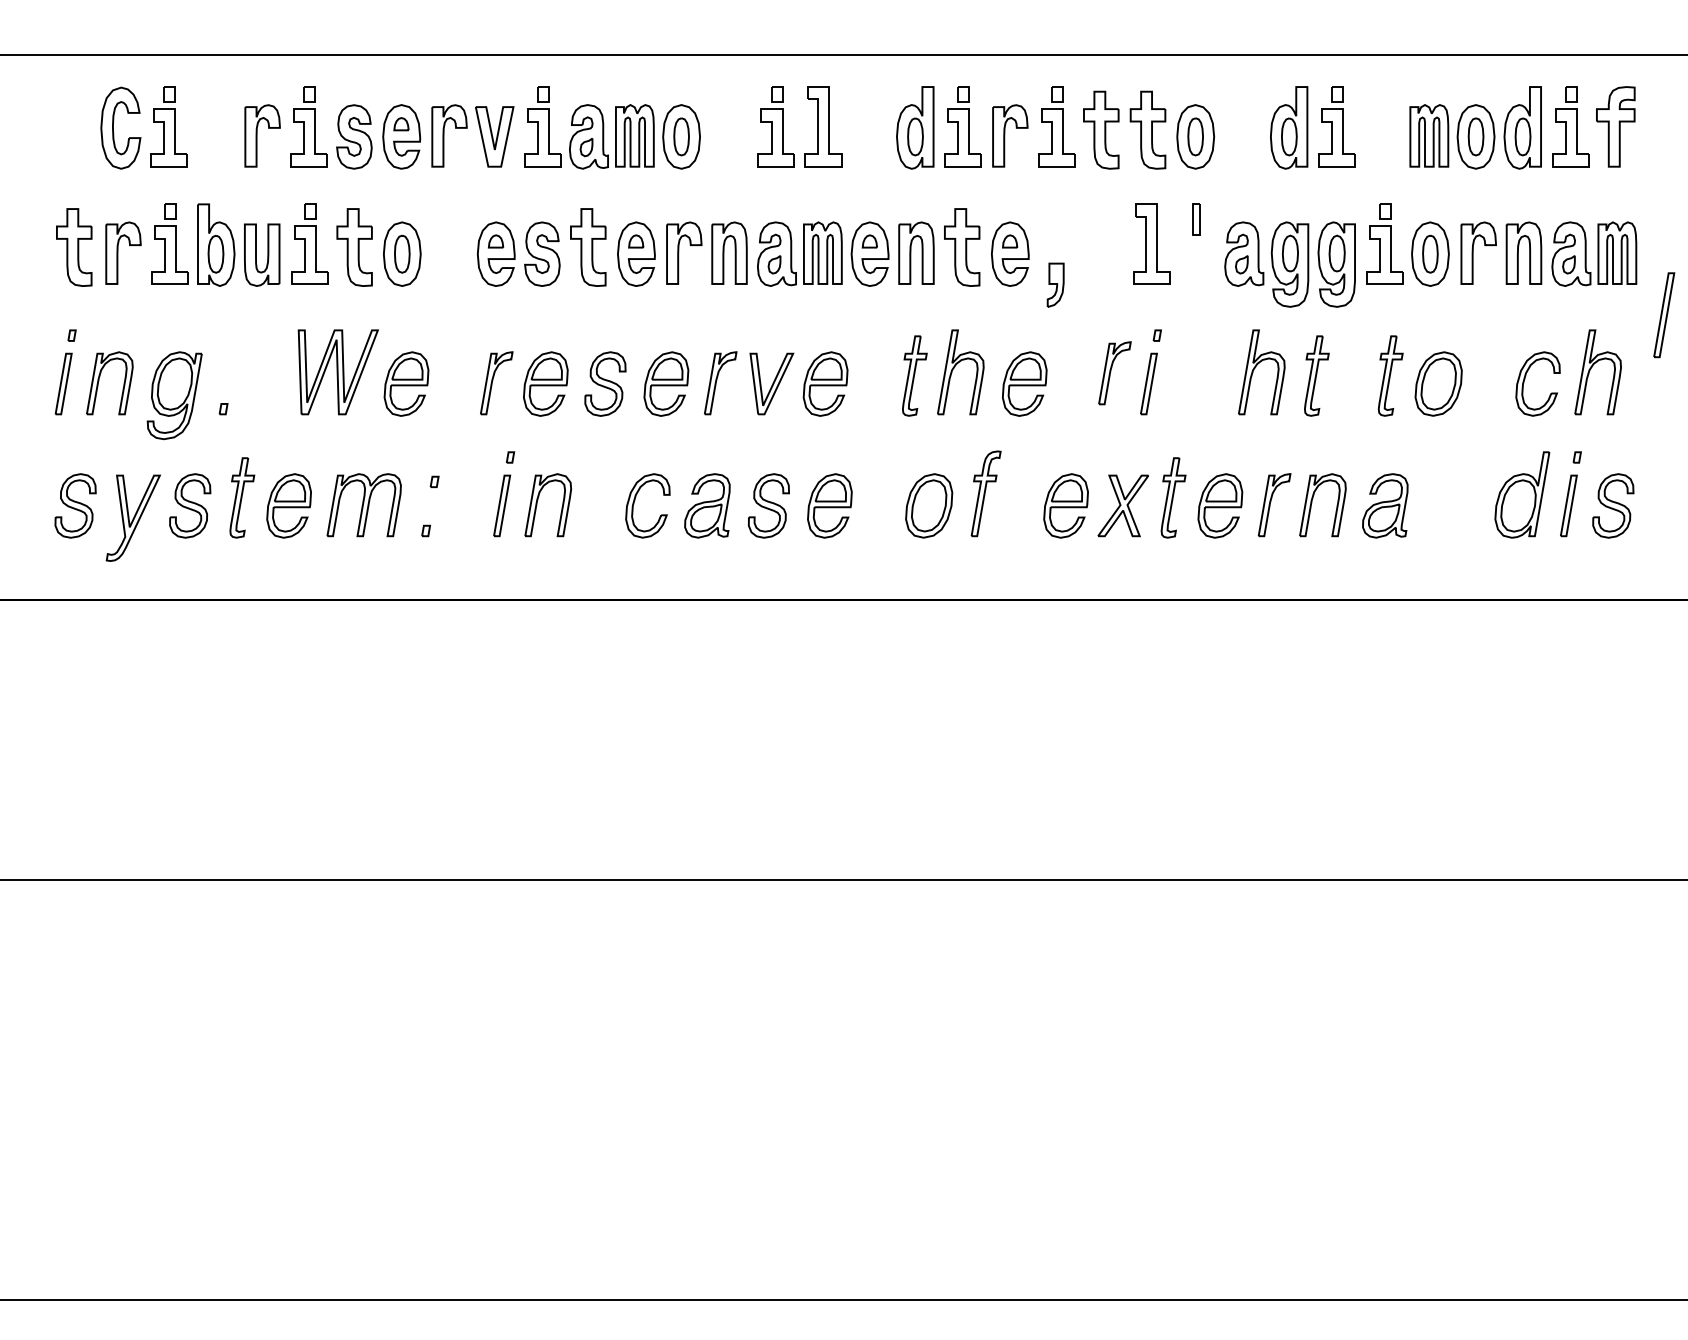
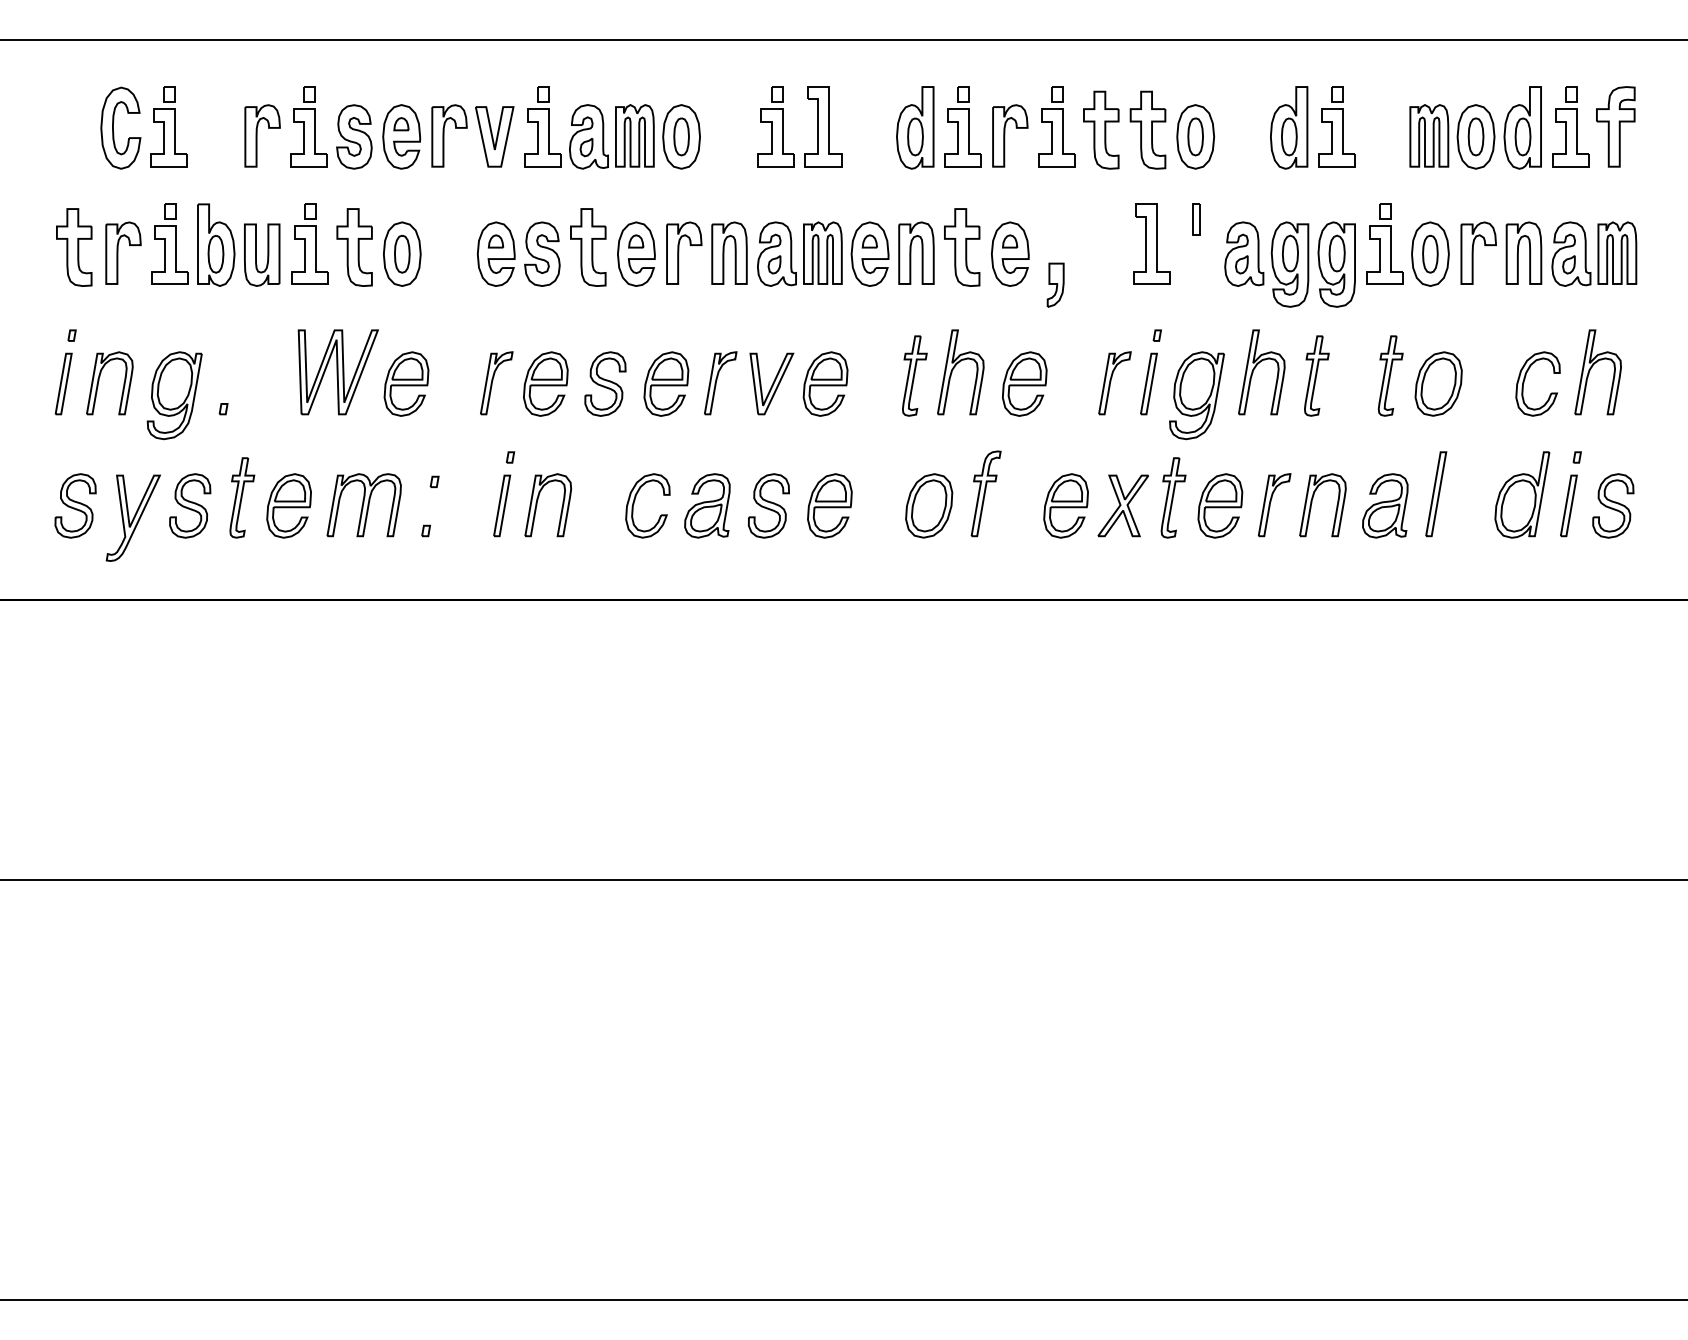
line at (843, 55) position: (843, 55) -> (843, 40)
part at (1664, 315) position: (1664, 315) -> (1436, 494)
part at (1114, 373) position: (1114, 373) -> (1114, 383)
part at (1196, 395): none -> present
